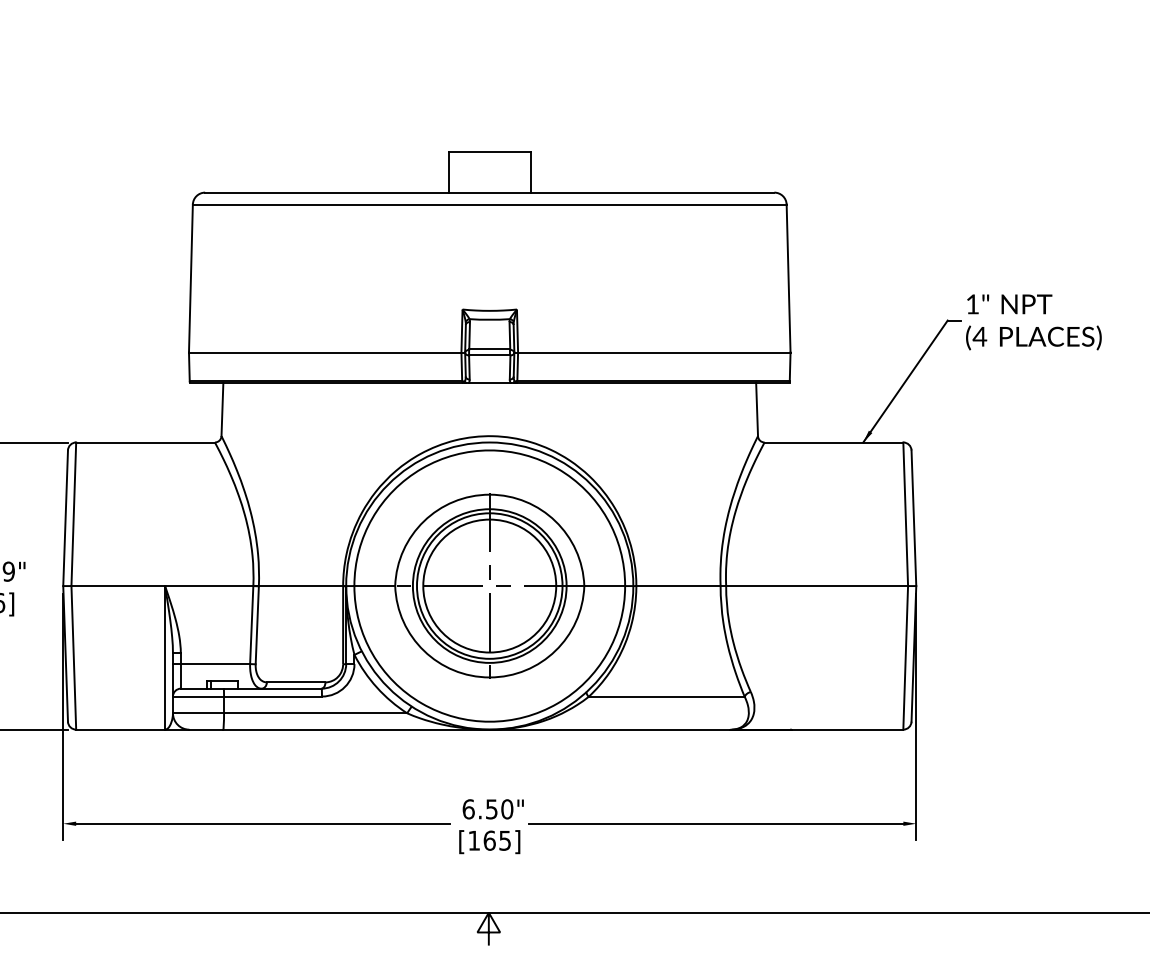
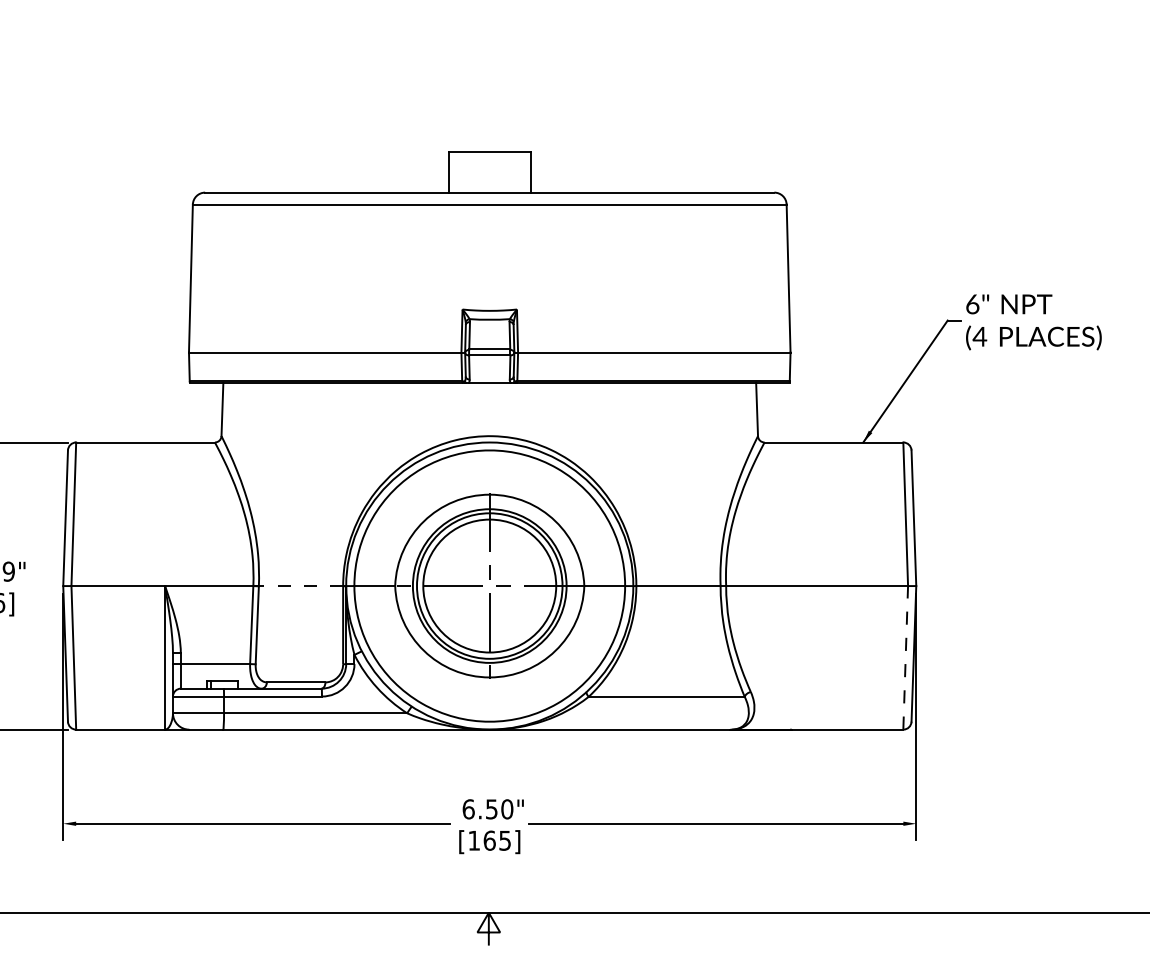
text at (972, 304): 1" -> 6"
line at (300, 586): solid -> dashed
line at (905, 657): solid -> dashed
